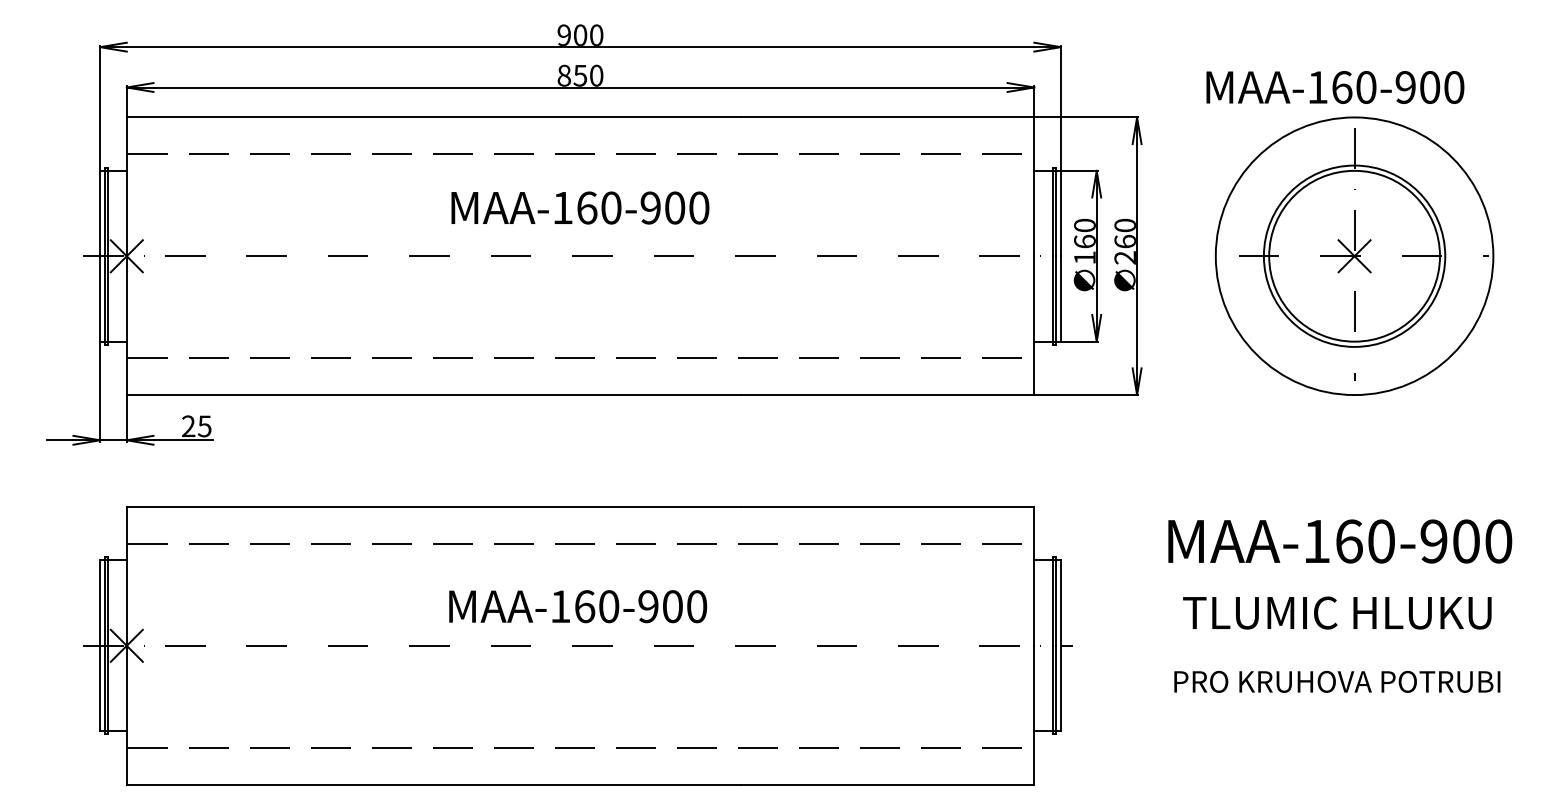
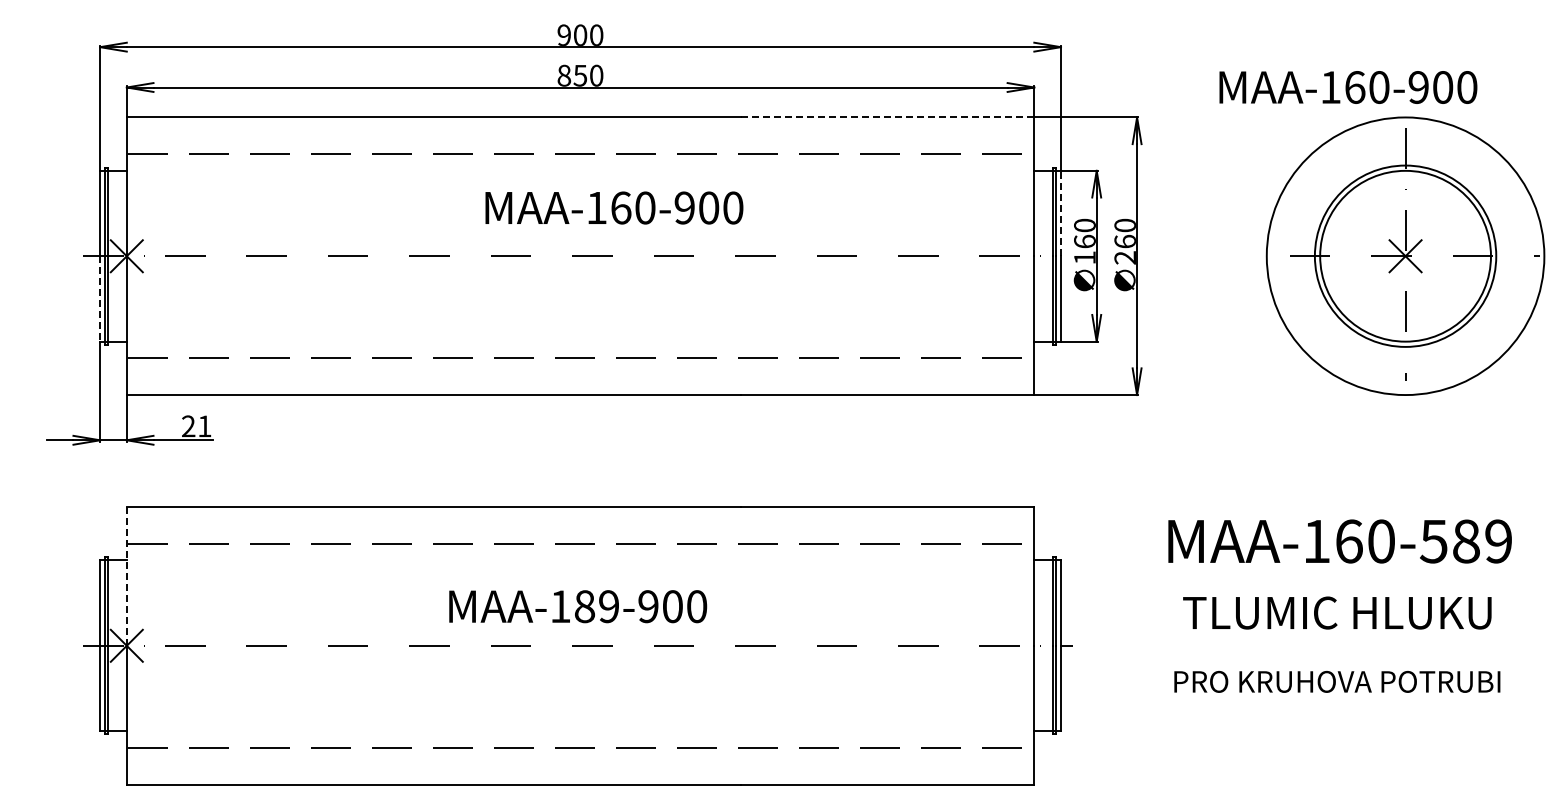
text at (1335, 87) position: (1335, 87) -> (1348, 87)
line at (887, 117): solid -> dashed
text at (580, 207) position: (580, 207) -> (614, 207)
line at (1060, 213): solid -> dashed
part at (1354, 255) position: (1354, 255) -> (1405, 255)
line at (100, 298): solid -> dashed
text at (204, 426): 25 -> 21
text at (1466, 541): MAA-160-900 -> MAA-160-589
line at (126, 575): solid -> dashed
text at (597, 606): MAA-160-900 -> MAA-189-900
